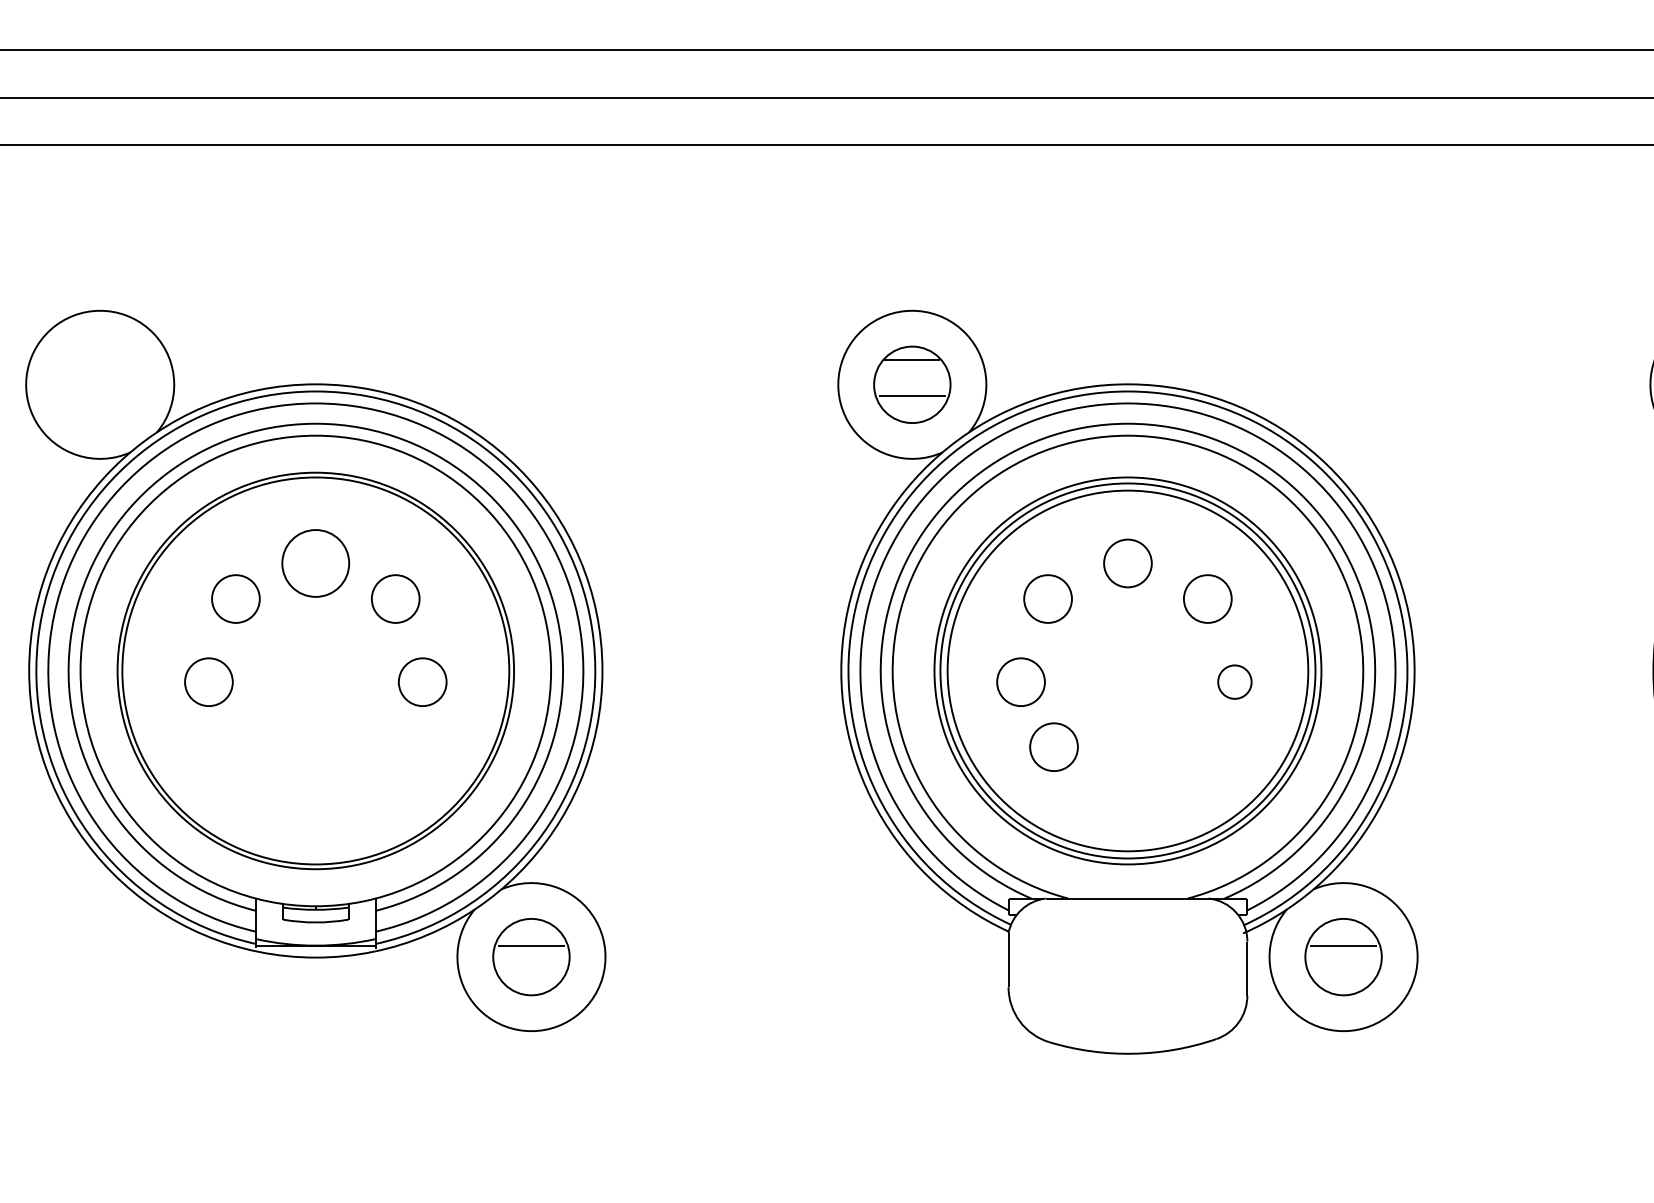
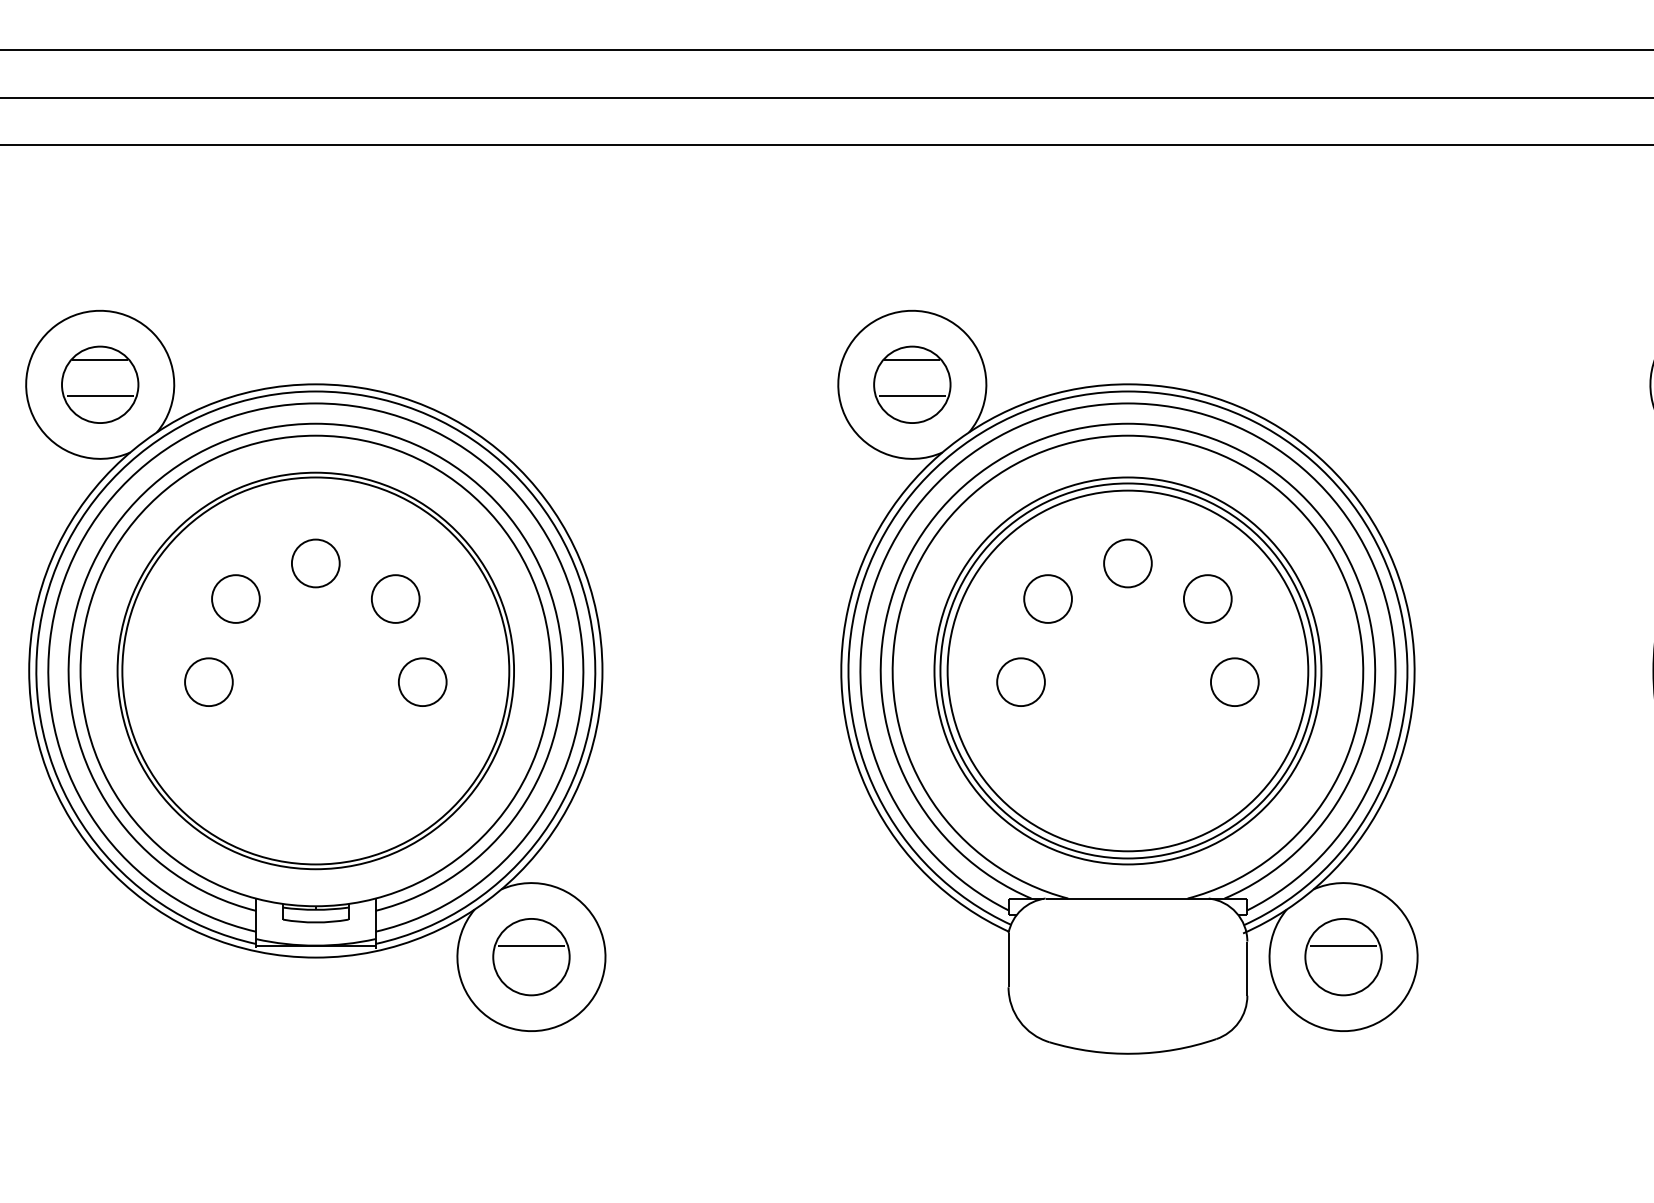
part at (100, 384): none -> present
part at (315, 563) size: 70x69 px -> 50x51 px
part at (1234, 681) size: 36x36 px -> 50x50 px
part at (1053, 746): present -> none
